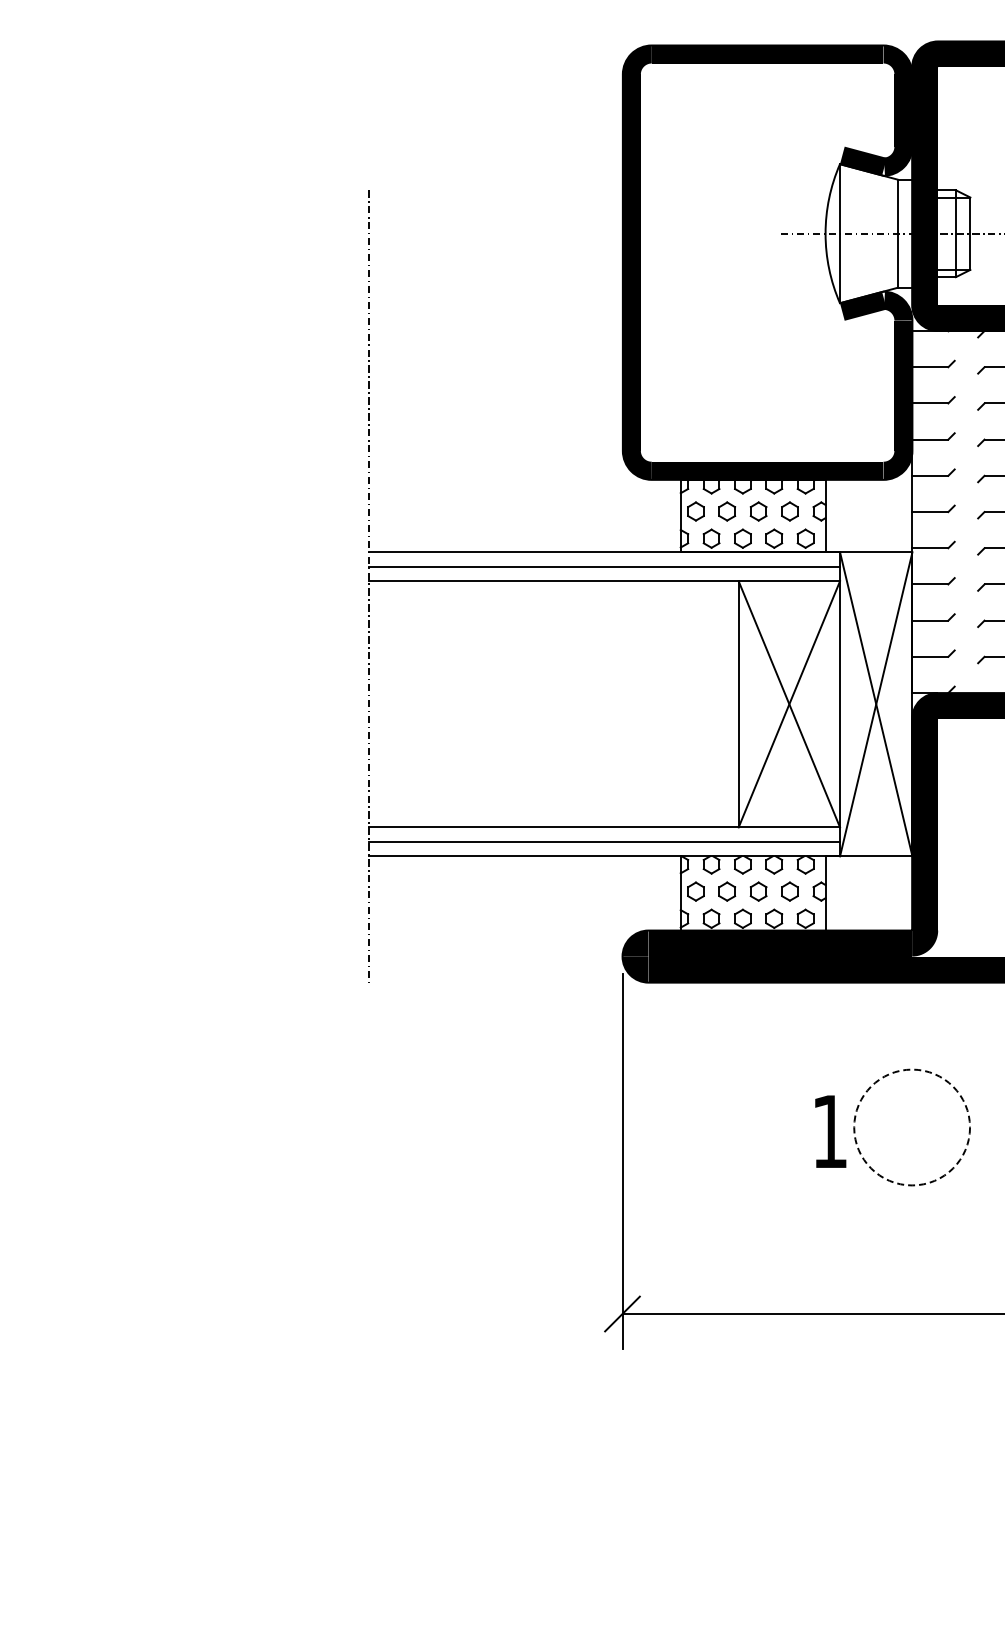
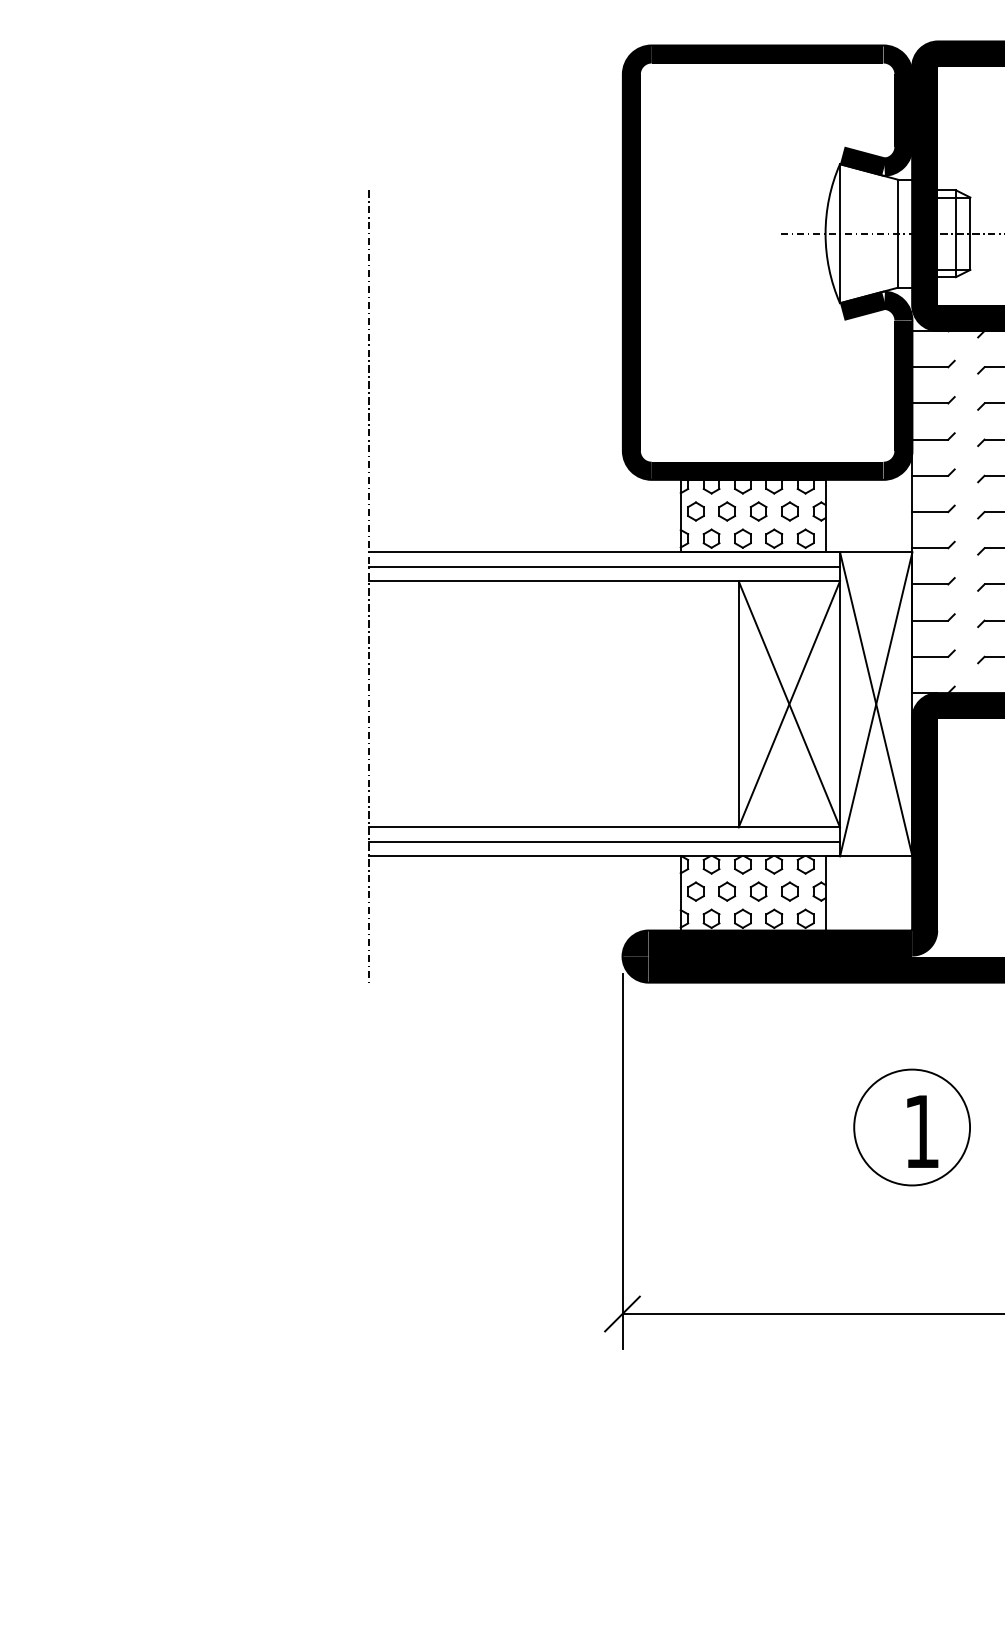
circle at (912, 1127): dashed -> solid
text at (830, 1131) position: (830, 1131) -> (922, 1131)
